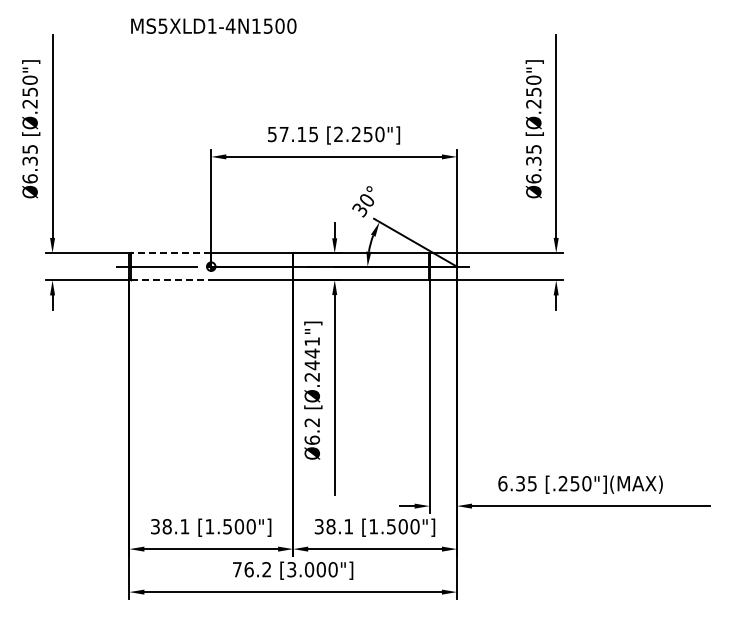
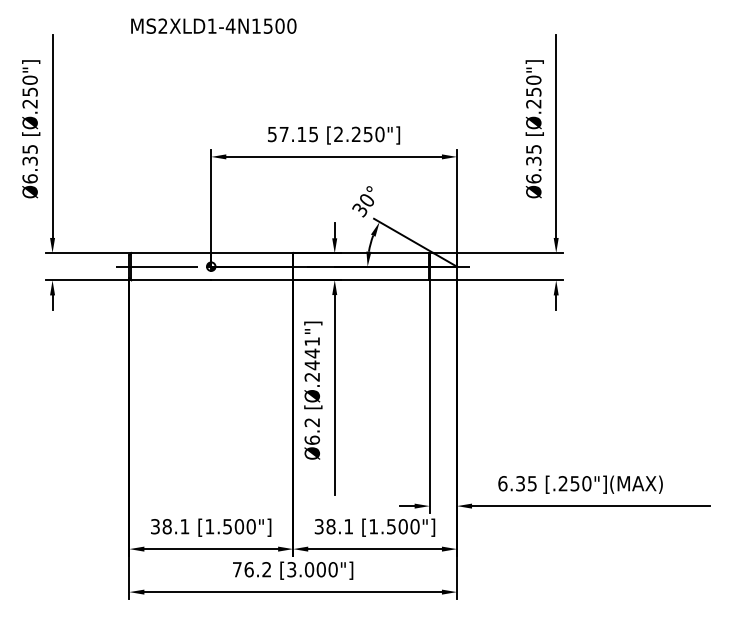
text at (162, 25): MS5XLD1-4N1500 -> MS2XLD1-4N1500
line at (171, 253): dashed -> solid
line at (171, 280): dashed -> solid
